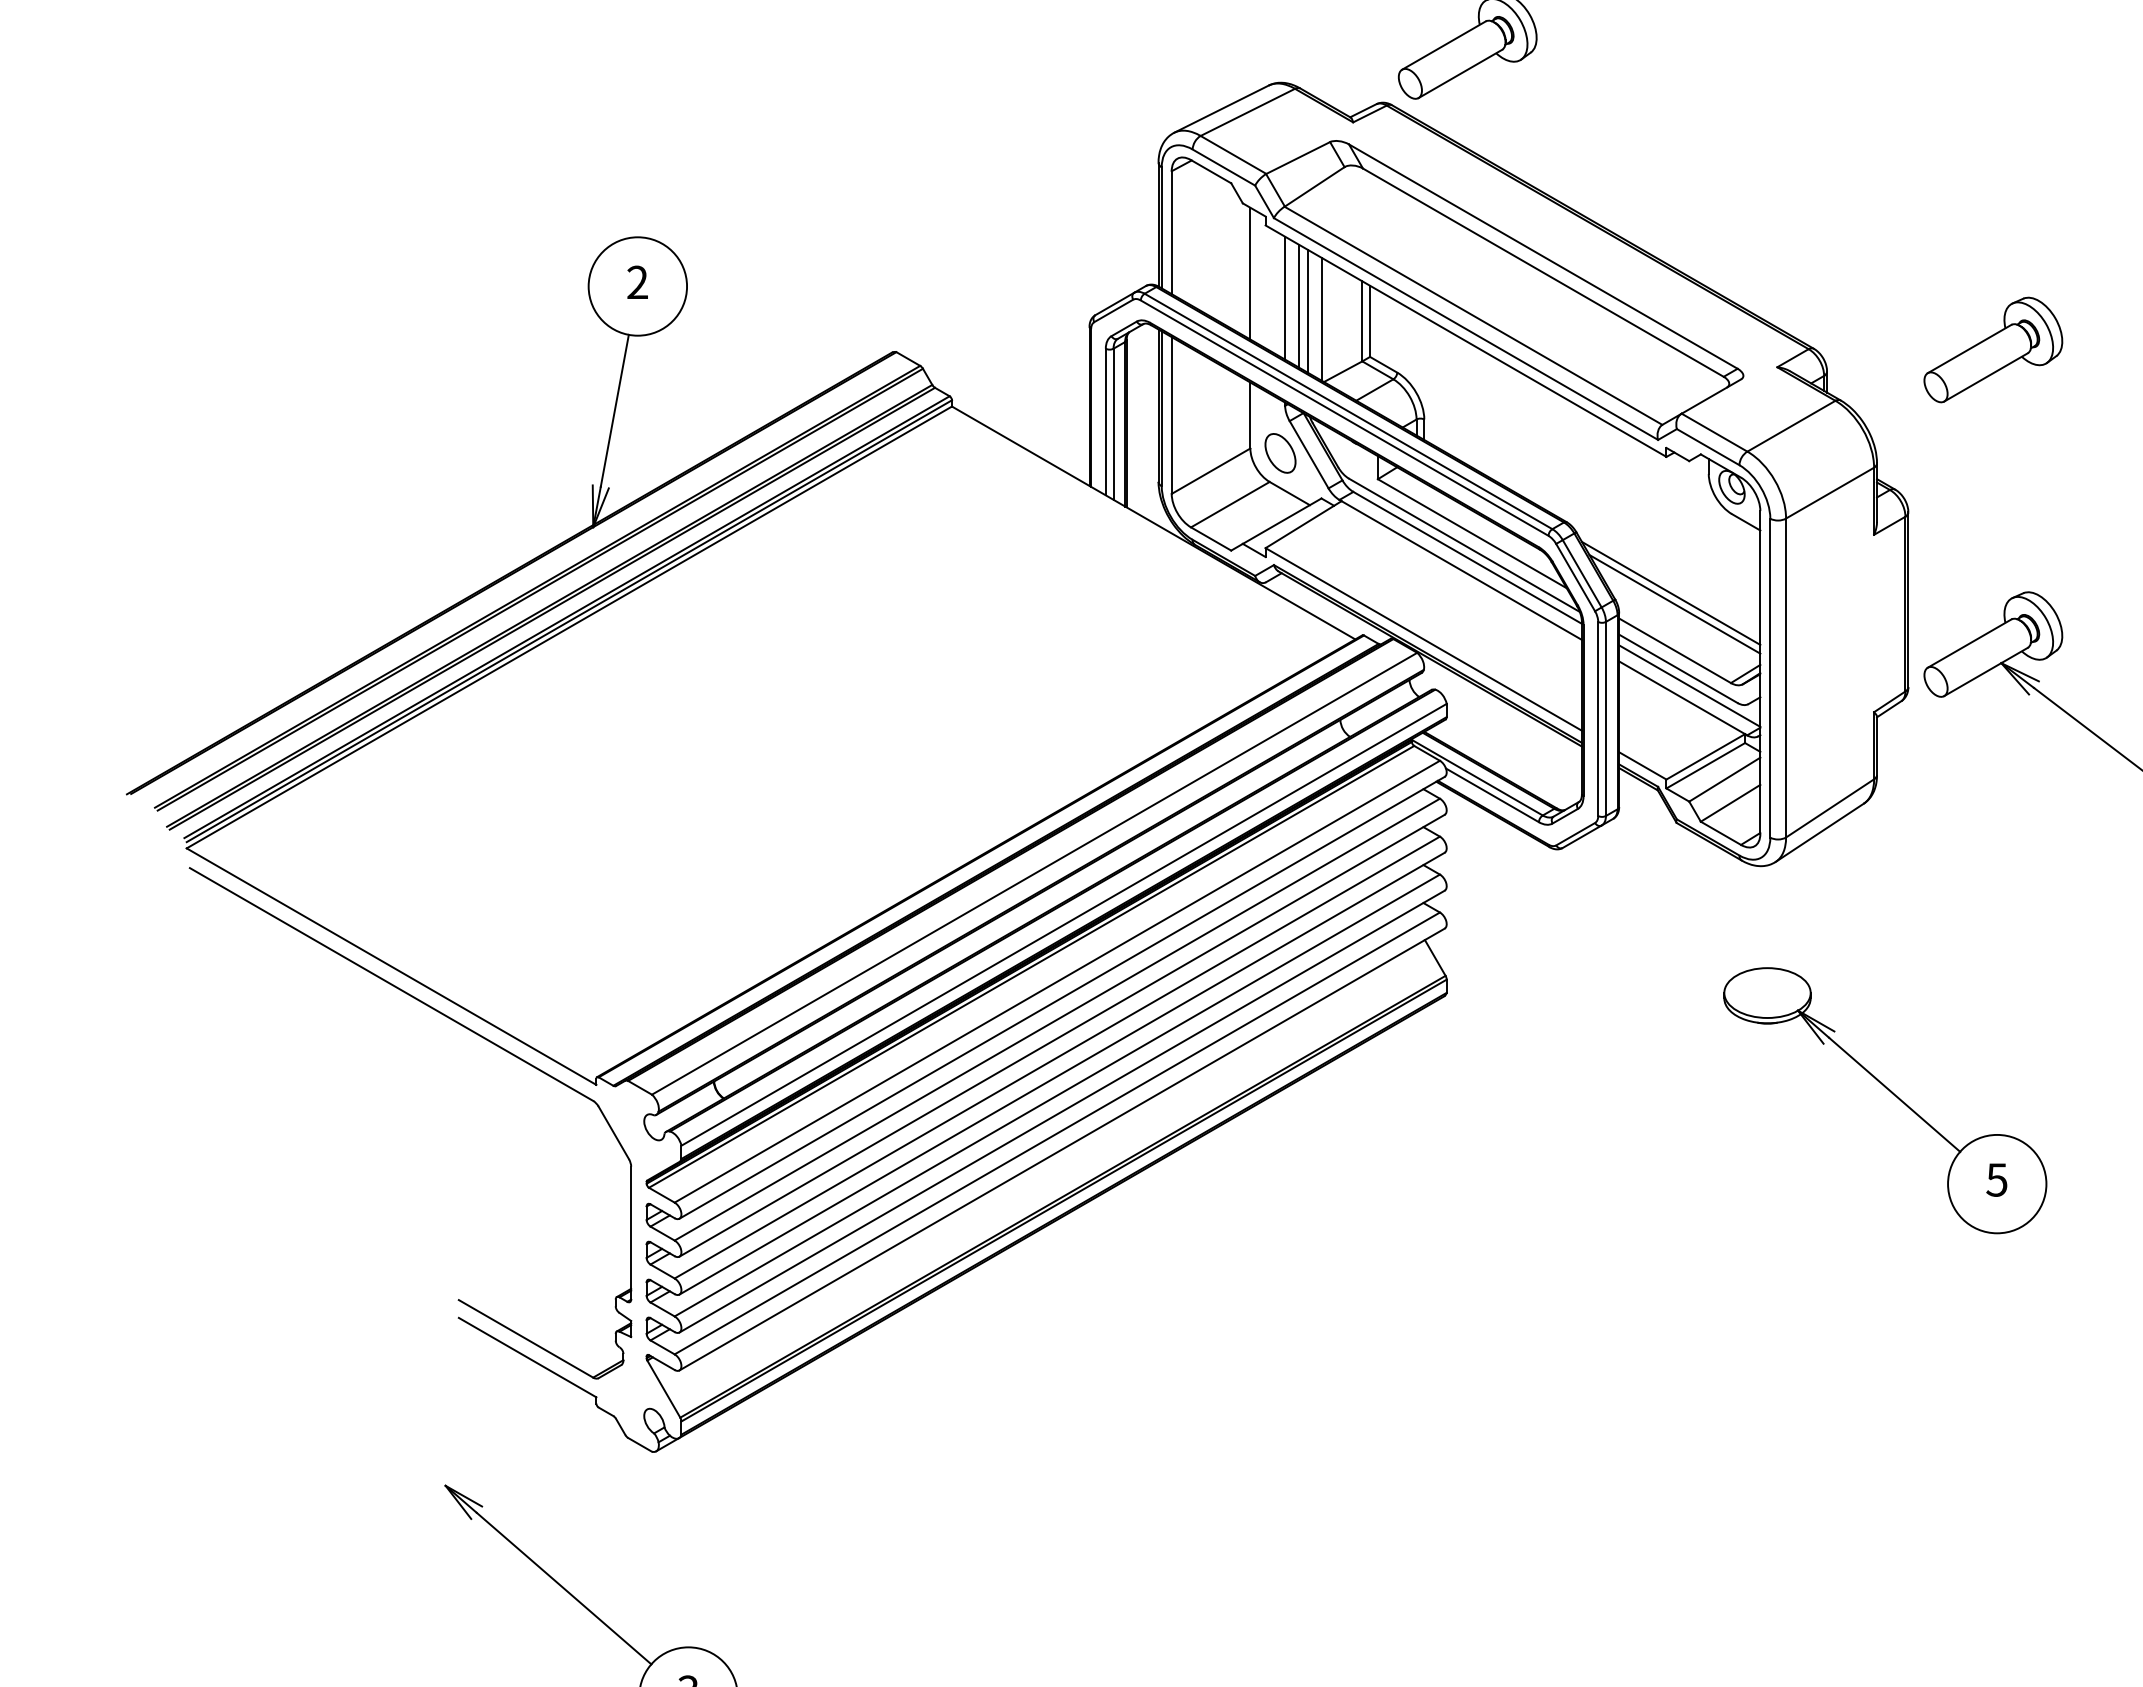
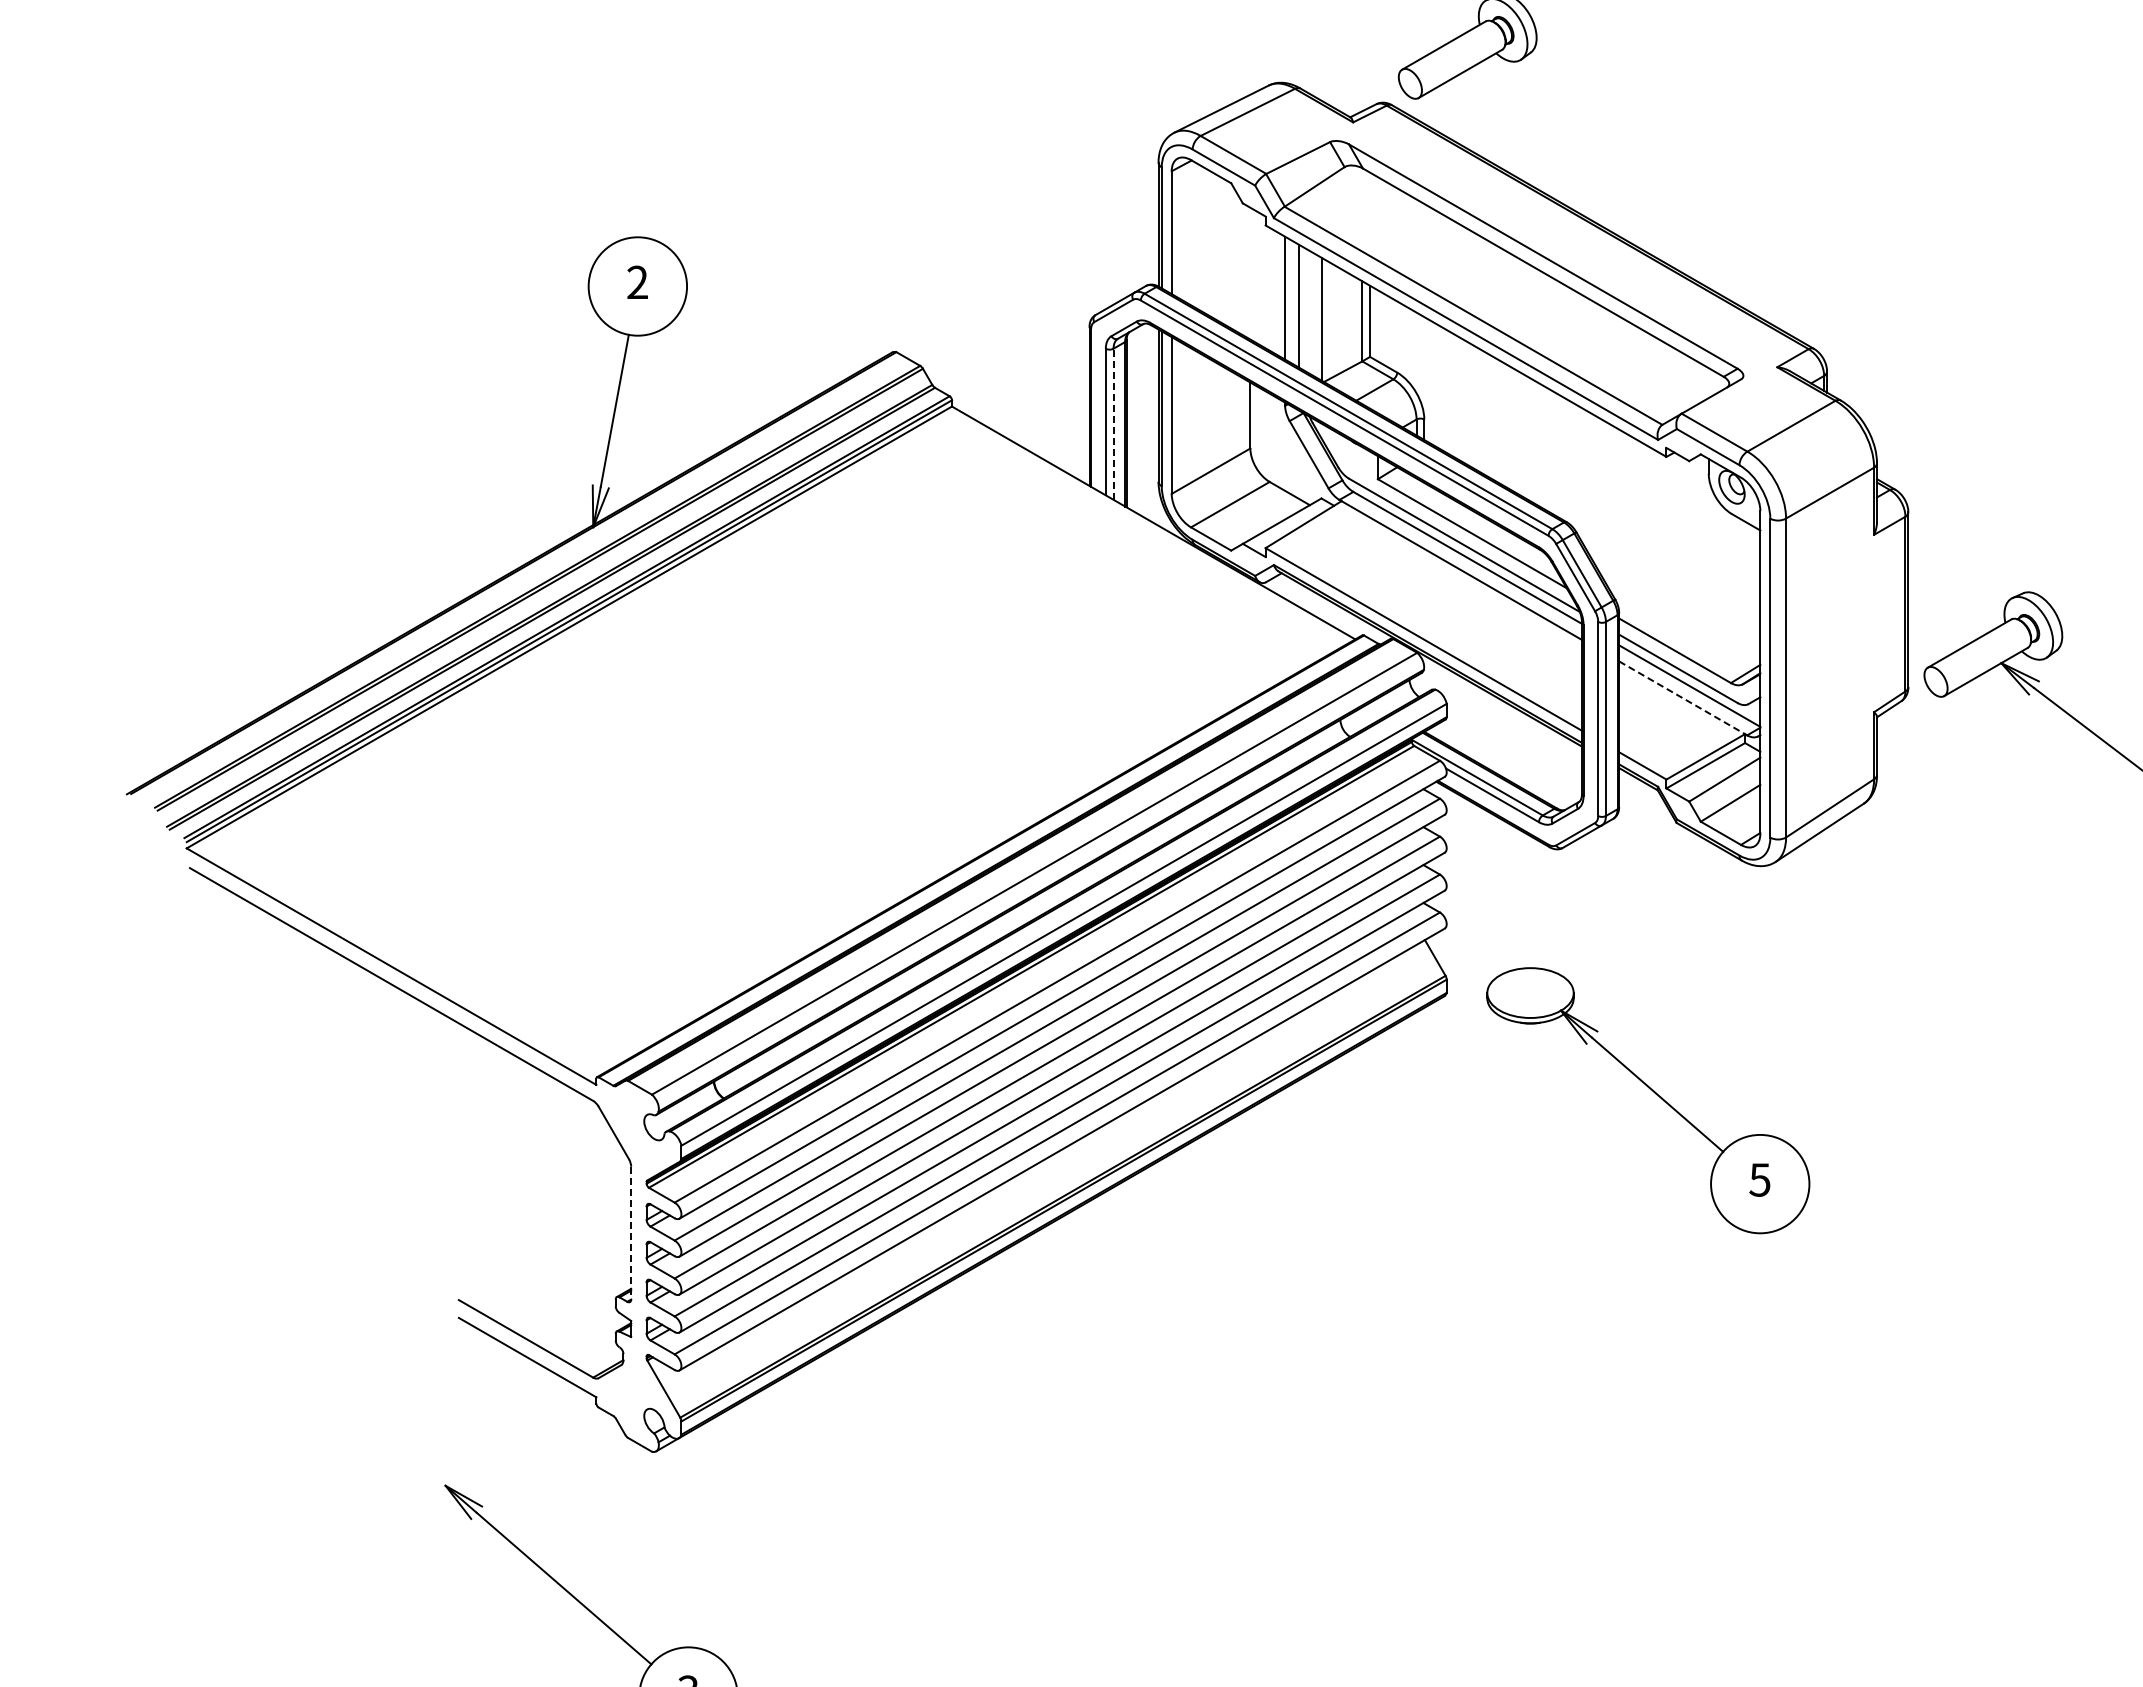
line at (1250, 273): present -> none
line at (1308, 311): present -> none
part at (1993, 349): present -> none
line at (1113, 424): solid -> dashed
part at (1280, 453): present -> none
line at (1670, 592): present -> none
line at (1674, 604): present -> none
line at (1682, 697): solid -> dashed
part at (1891, 1093) position: (1891, 1093) -> (1654, 1093)
line at (631, 1233): solid -> dashed
